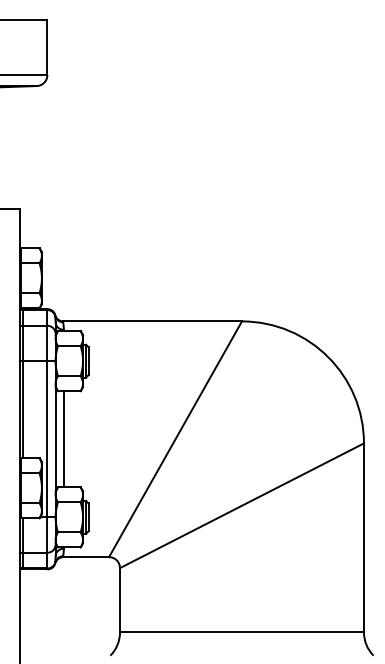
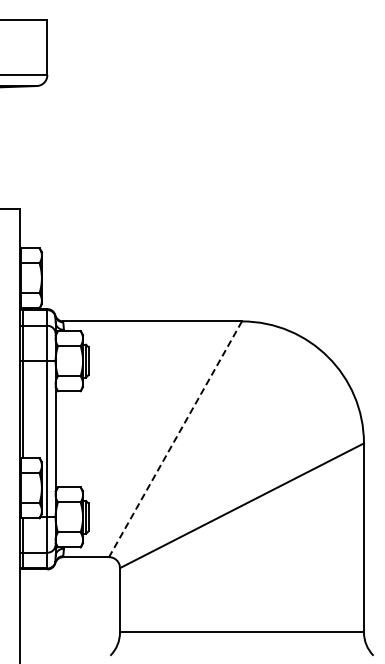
line at (63, 439): present -> none
line at (175, 439): solid -> dashed
